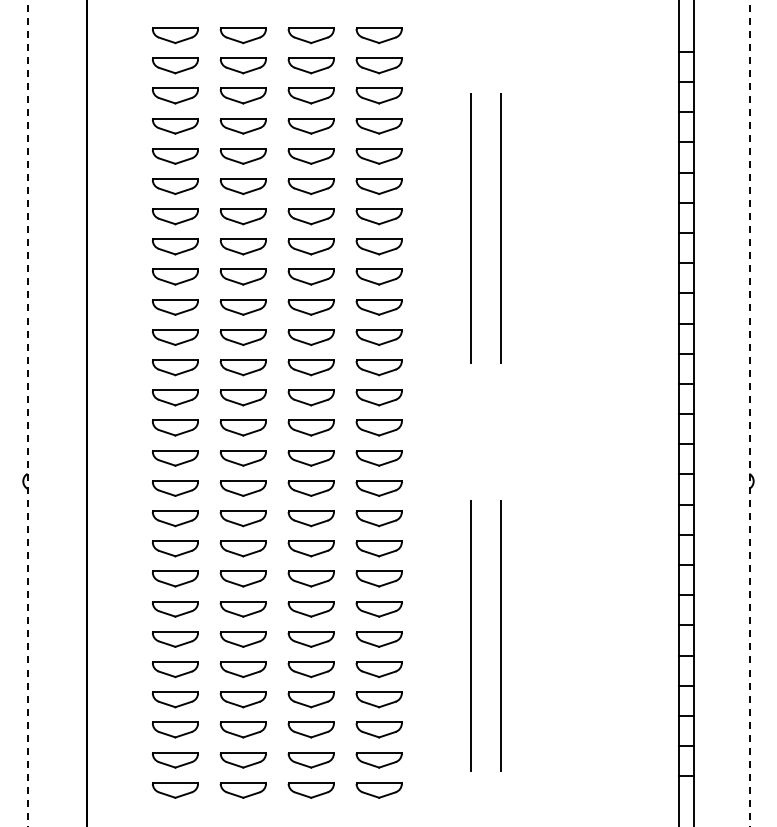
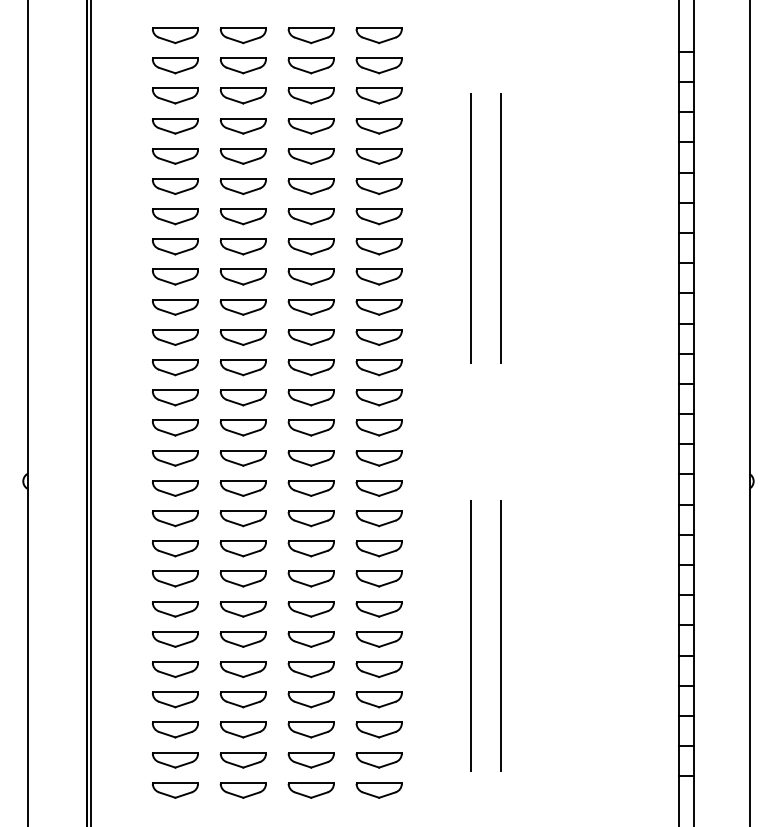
line at (91, 412): none -> present
line at (27, 413): dashed -> solid
line at (749, 413): dashed -> solid
